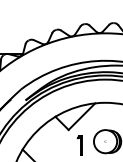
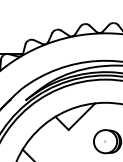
part at (79, 145): present -> none
